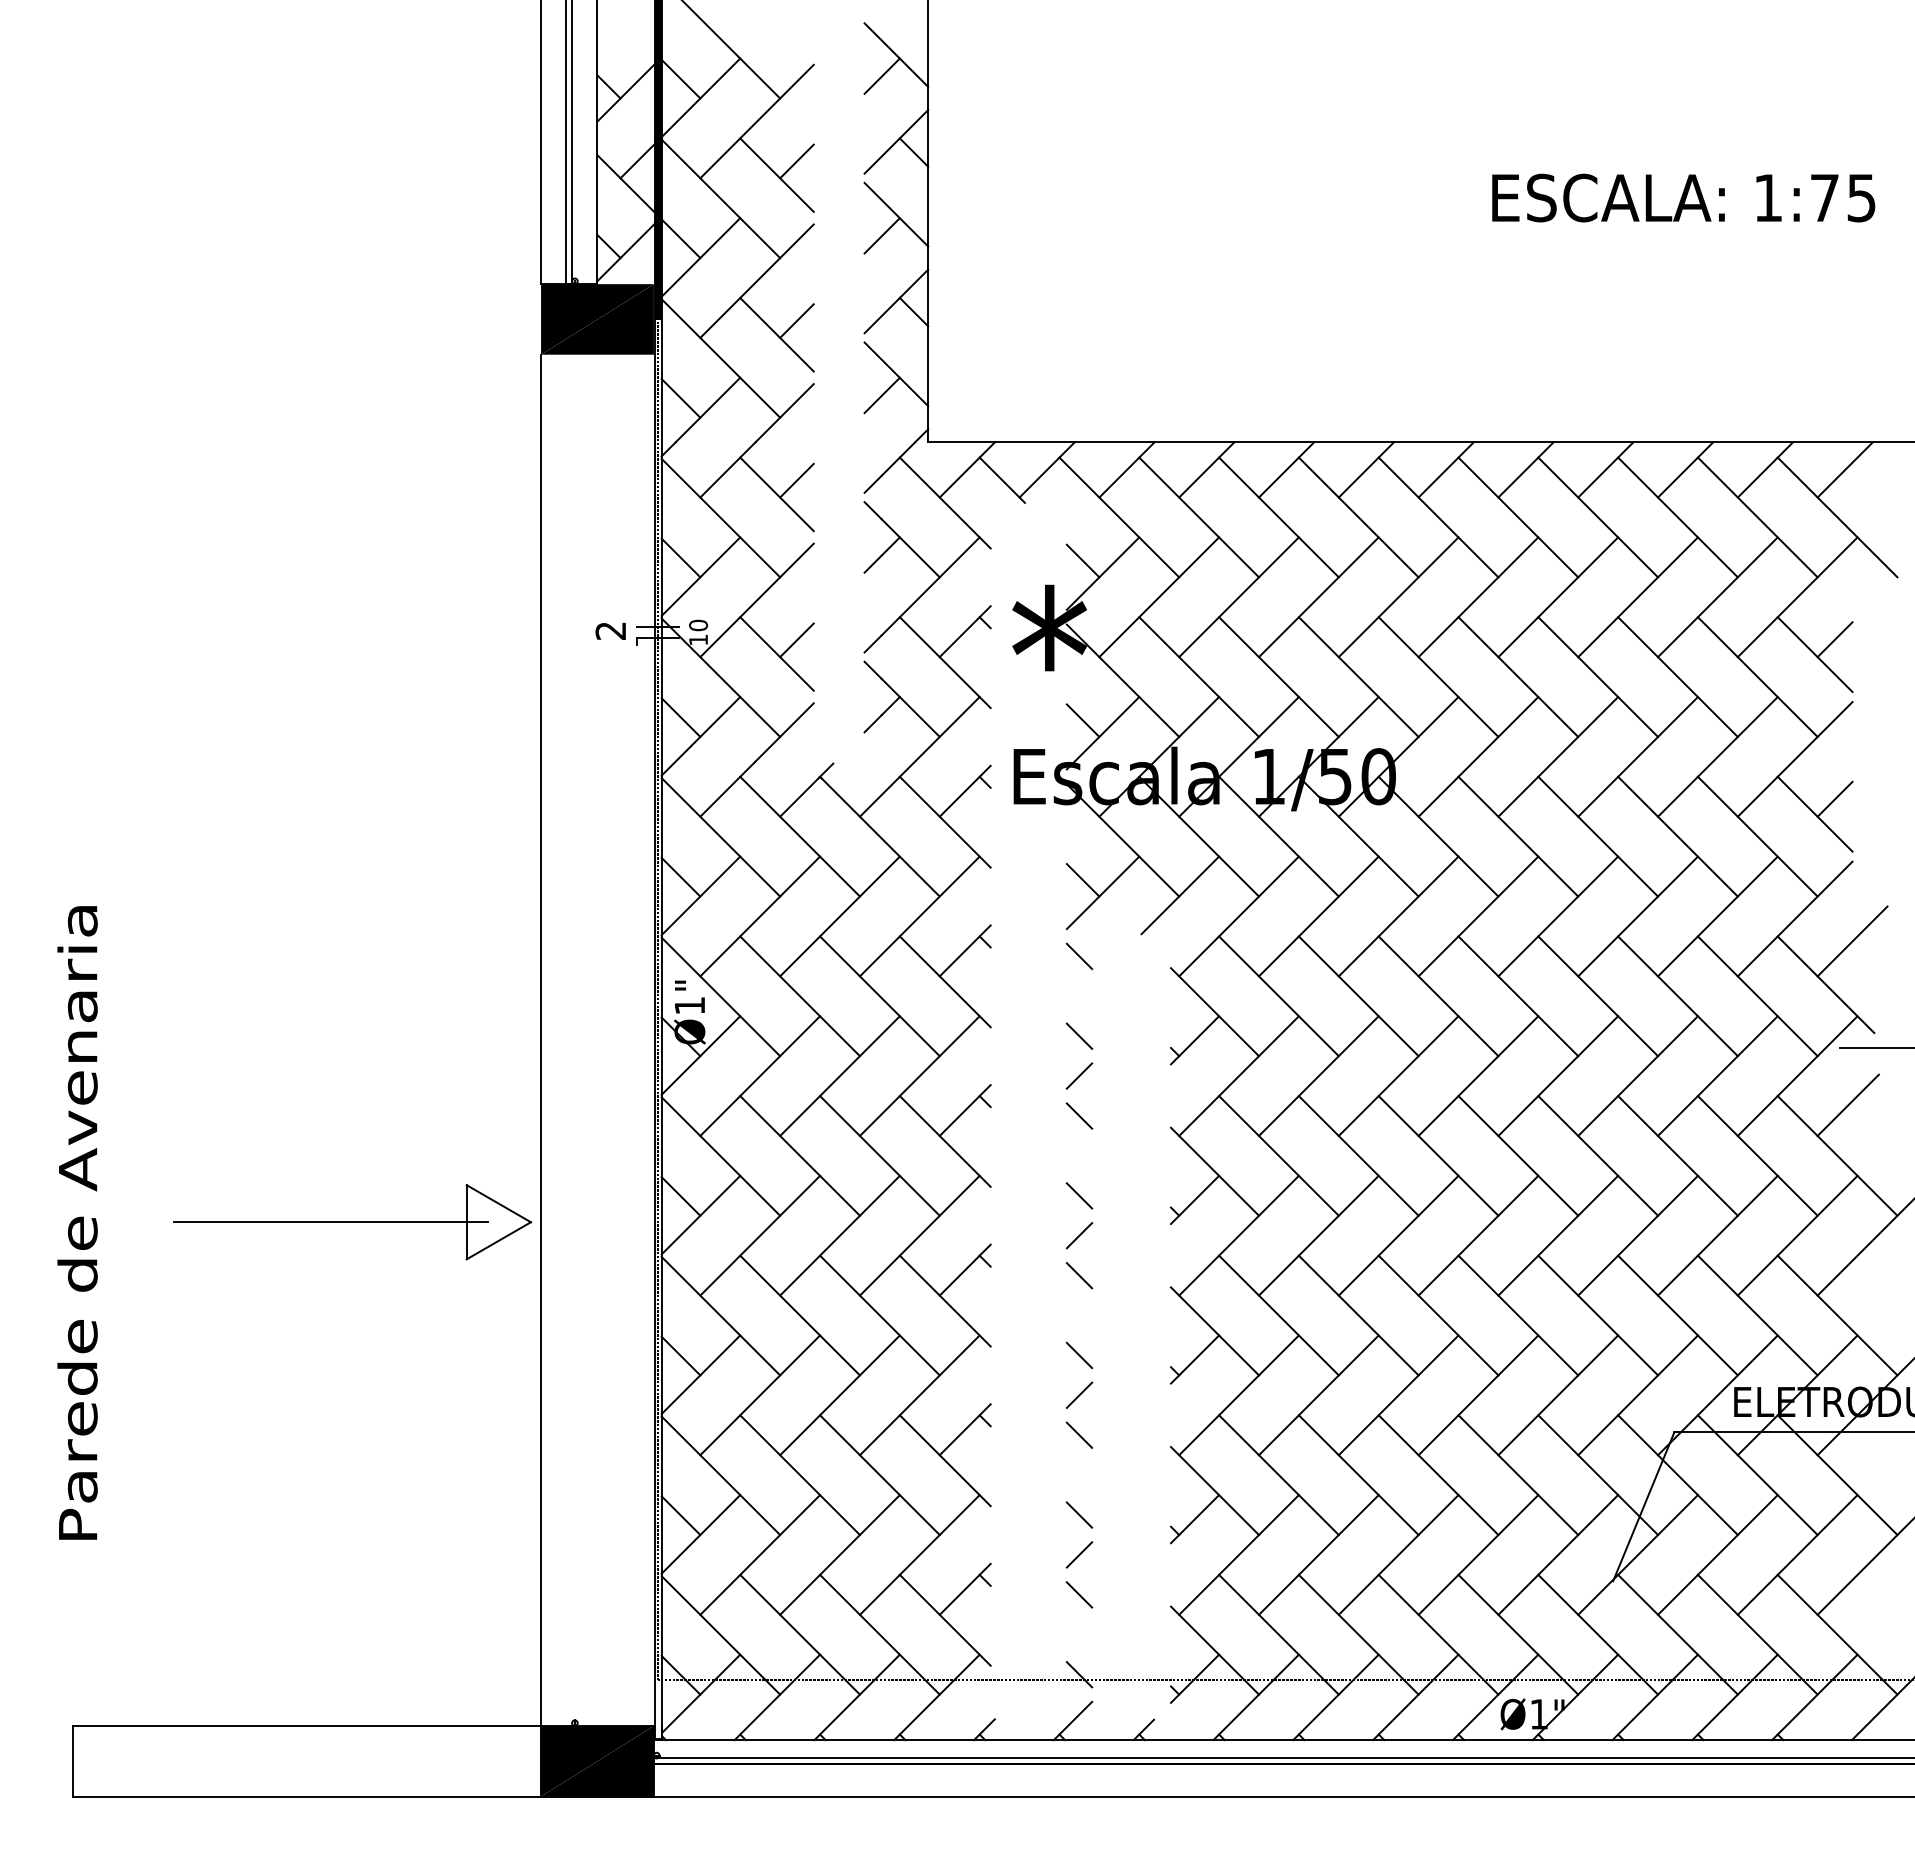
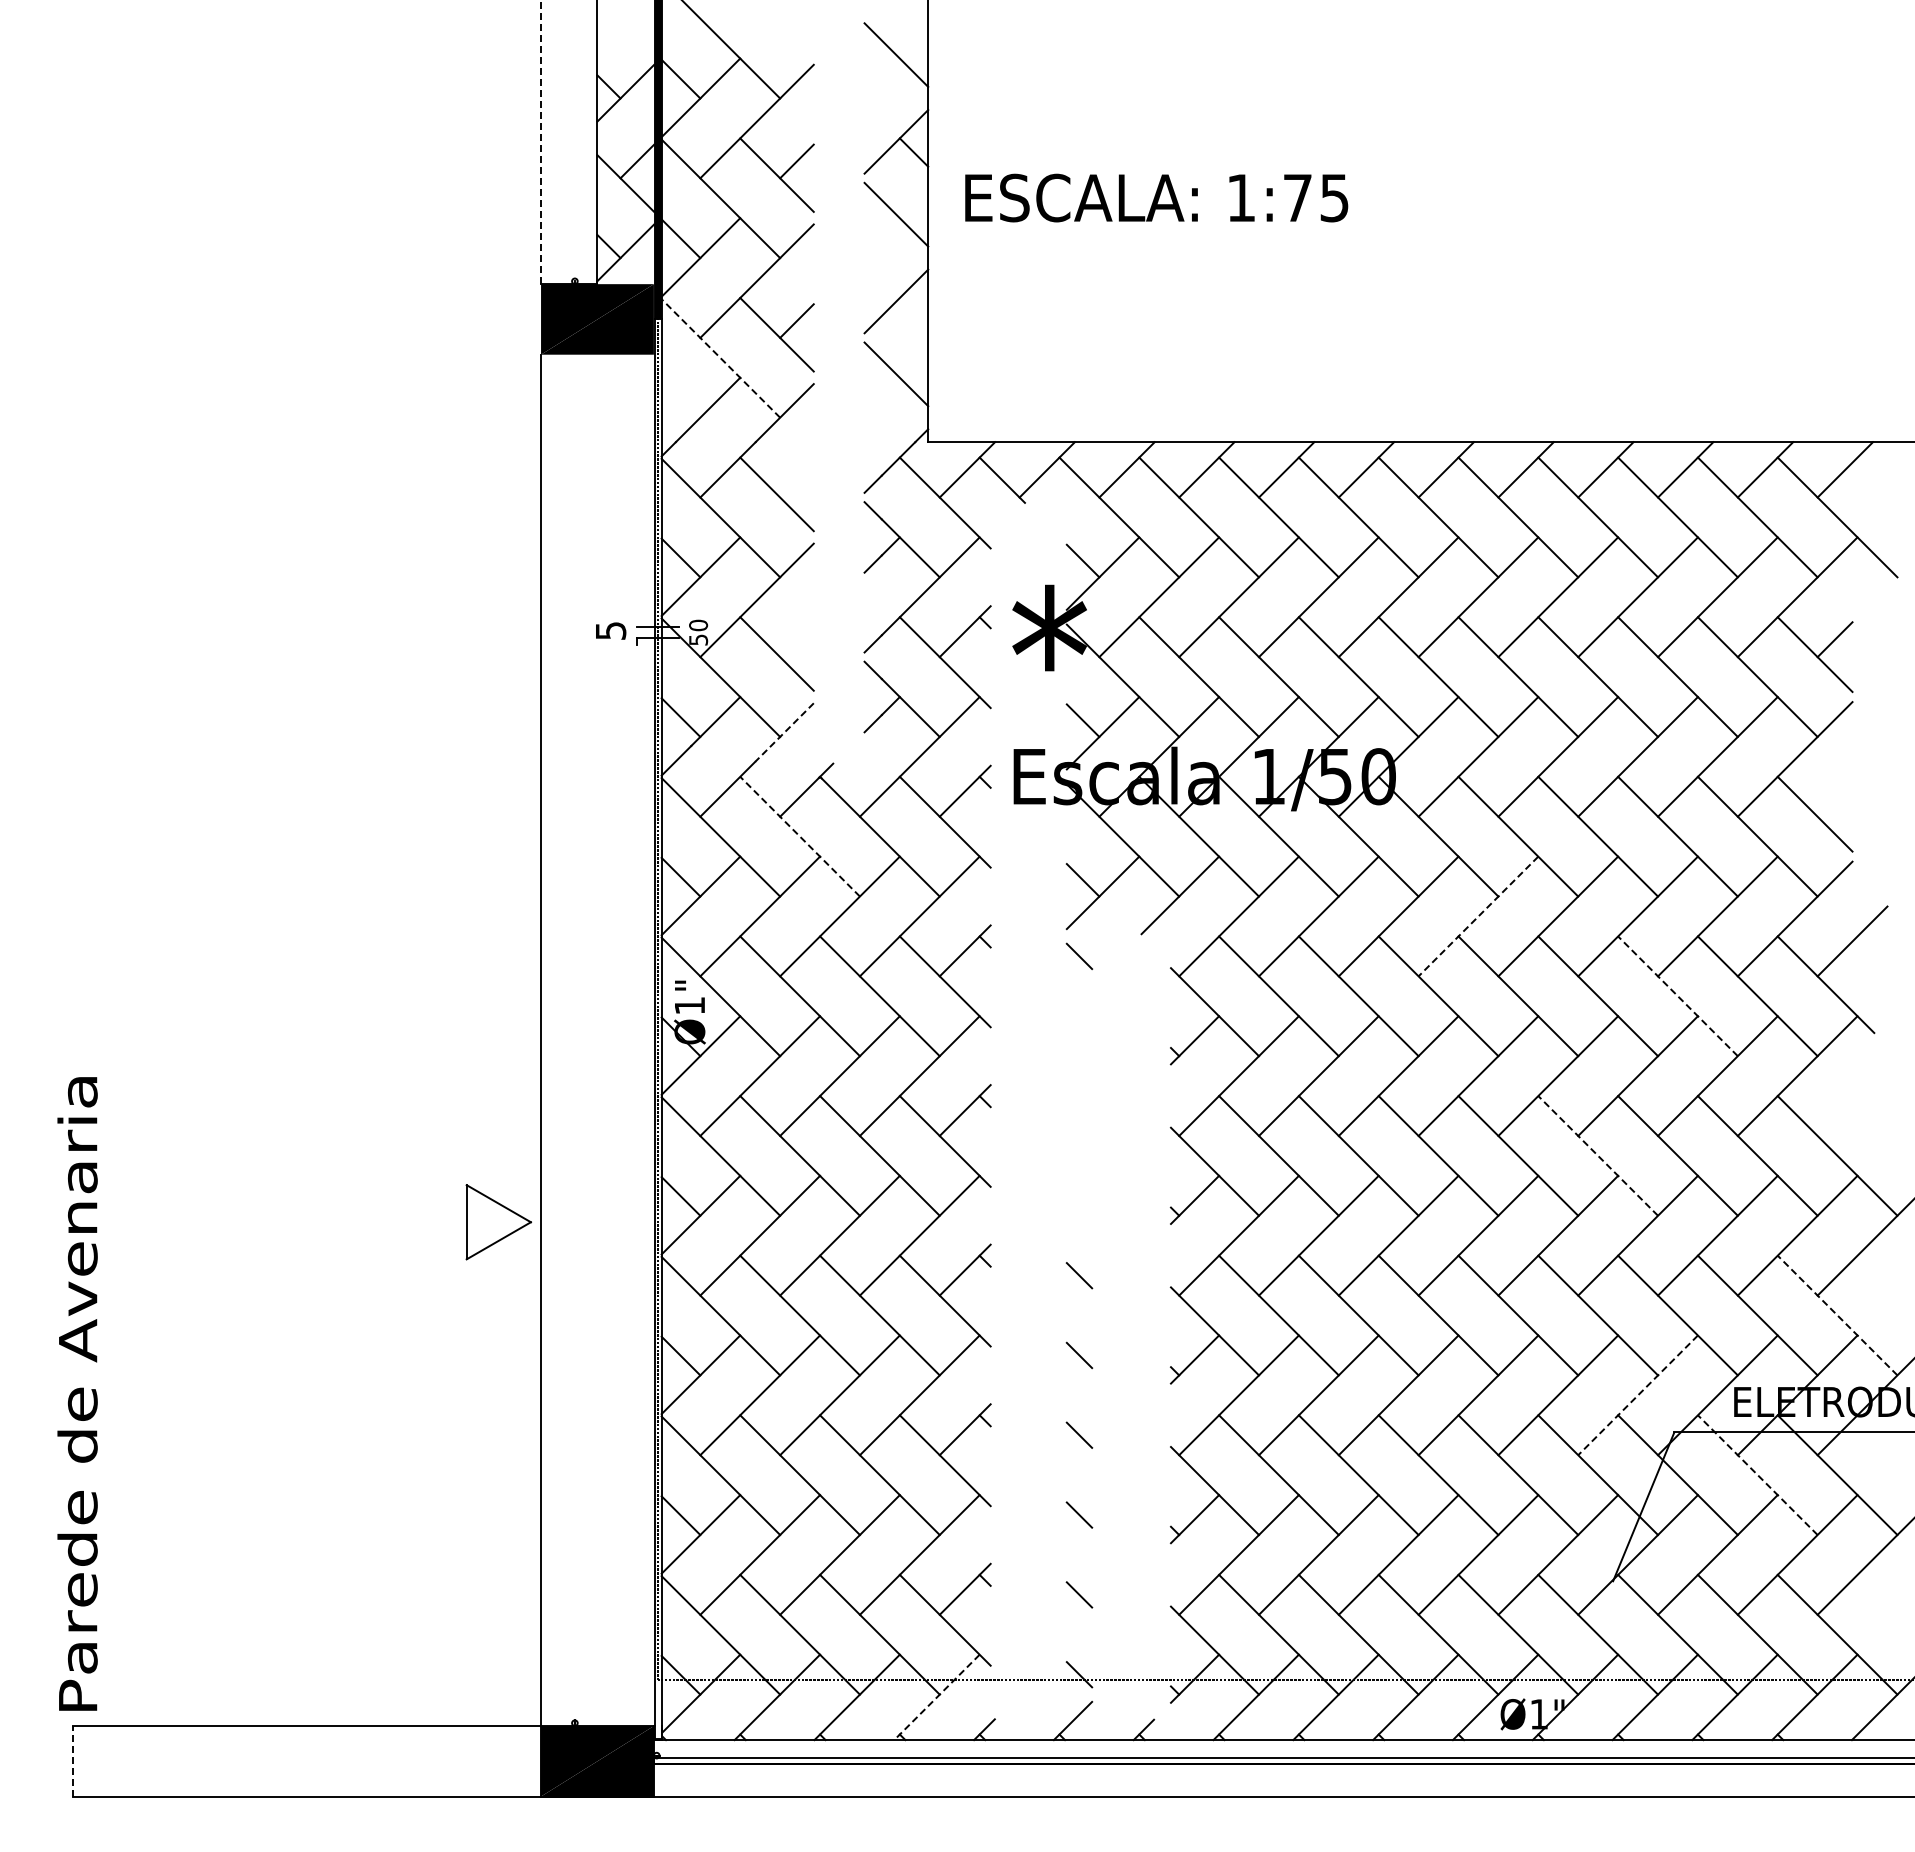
line at (881, 75): present -> none
line at (541, 142): solid -> dashed
line at (566, 143): present -> none
line at (572, 143): present -> none
text at (1683, 197) position: (1683, 197) -> (1156, 197)
line at (881, 235): present -> none
line at (913, 311): present -> none
line at (720, 358): solid -> dashed
line at (881, 395): present -> none
line at (680, 398): present -> none
line at (796, 480): present -> none
text at (610, 630): 2 -> 5
text at (698, 639): 10 -> 50
line at (796, 640): present -> none
line at (784, 732): solid -> dashed
line at (1834, 798): present -> none
line at (800, 836): solid -> dashed
line at (1478, 916): solid -> dashed
line at (1677, 996): solid -> dashed
line at (1079, 1035): present -> none
line at (1875, 1048): present -> none
line at (1079, 1075): present -> none
line at (1847, 1104): present -> none
line at (1079, 1115): present -> none
line at (1598, 1155): solid -> dashed
line at (1079, 1195): present -> none
text at (77, 1222) position: (77, 1222) -> (77, 1393)
line at (330, 1222): present -> none
line at (1079, 1235): present -> none
line at (1837, 1315): solid -> dashed
line at (1079, 1394): present -> none
line at (1638, 1395): solid -> dashed
line at (1757, 1475): solid -> dashed
line at (1079, 1554): present -> none
line at (936, 1697): solid -> dashed
line at (72, 1760): solid -> dashed
